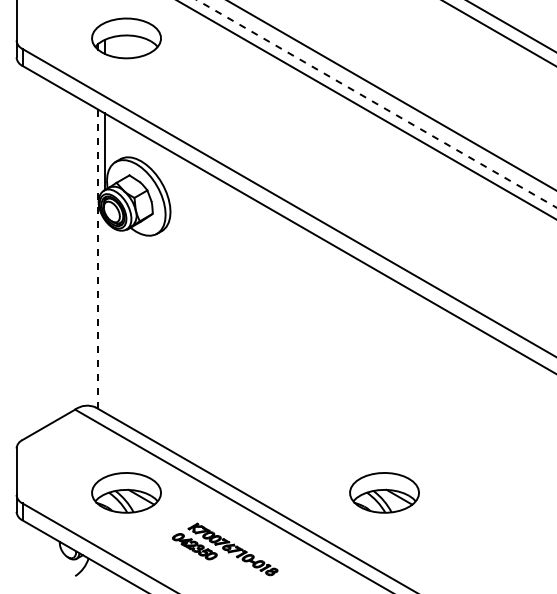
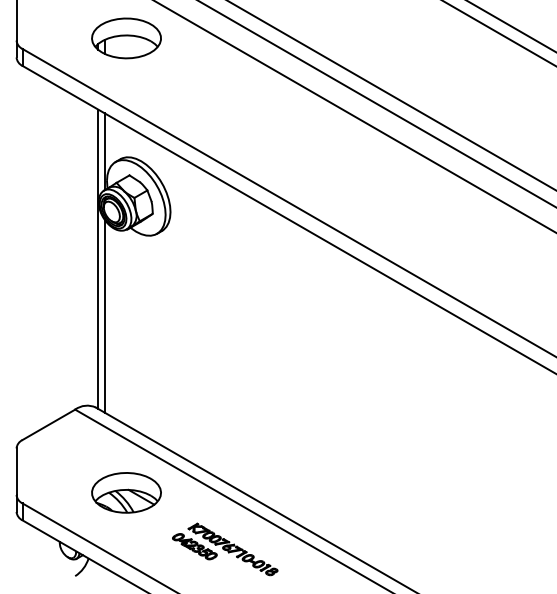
line at (377, 104): dashed -> solid
line at (366, 109) position: (366, 109) -> (354, 116)
line at (98, 259): dashed -> solid
line at (104, 315): none -> present
part at (384, 492): present -> none
